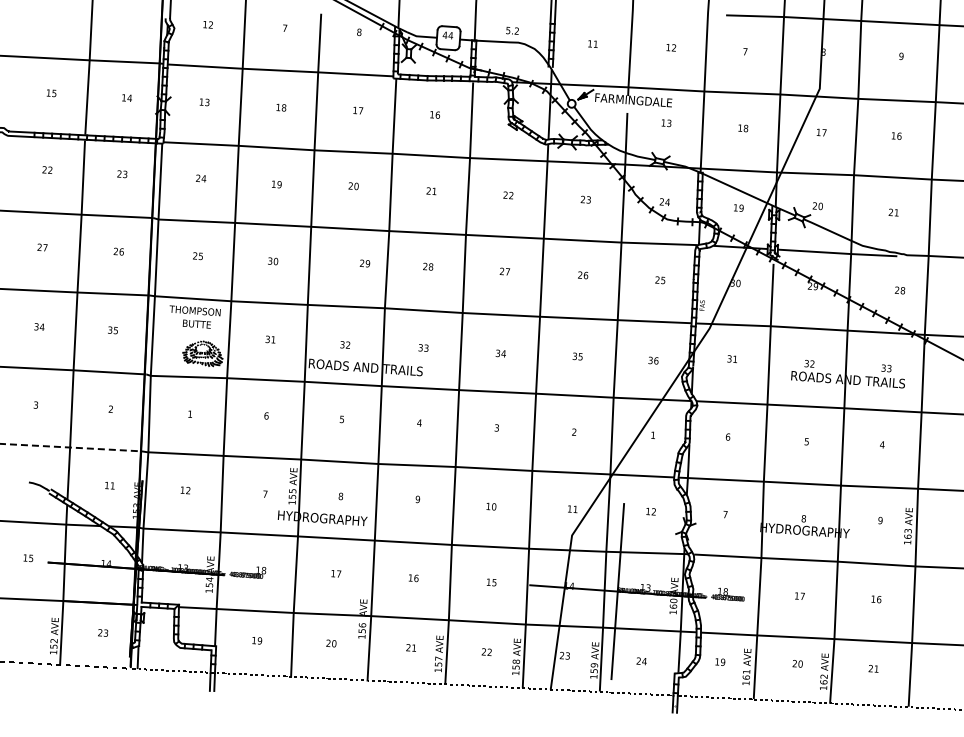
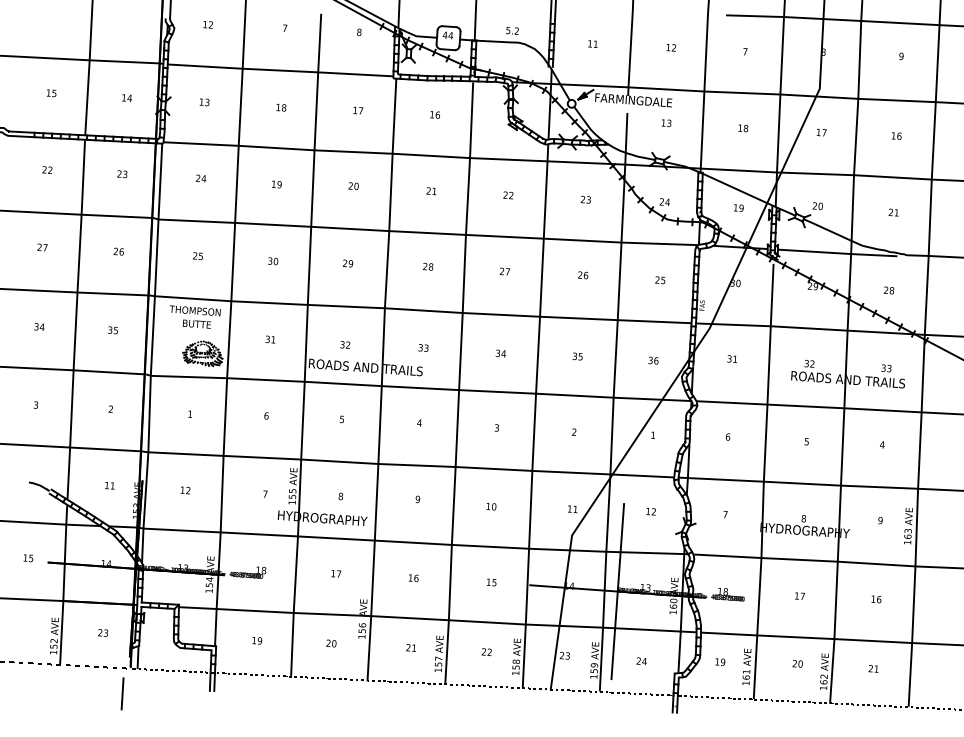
text at (364, 263) position: (364, 263) -> (347, 263)
text at (899, 290) position: (899, 290) -> (888, 290)
line at (71, 447): dashed -> solid
line at (122, 693): none -> present
